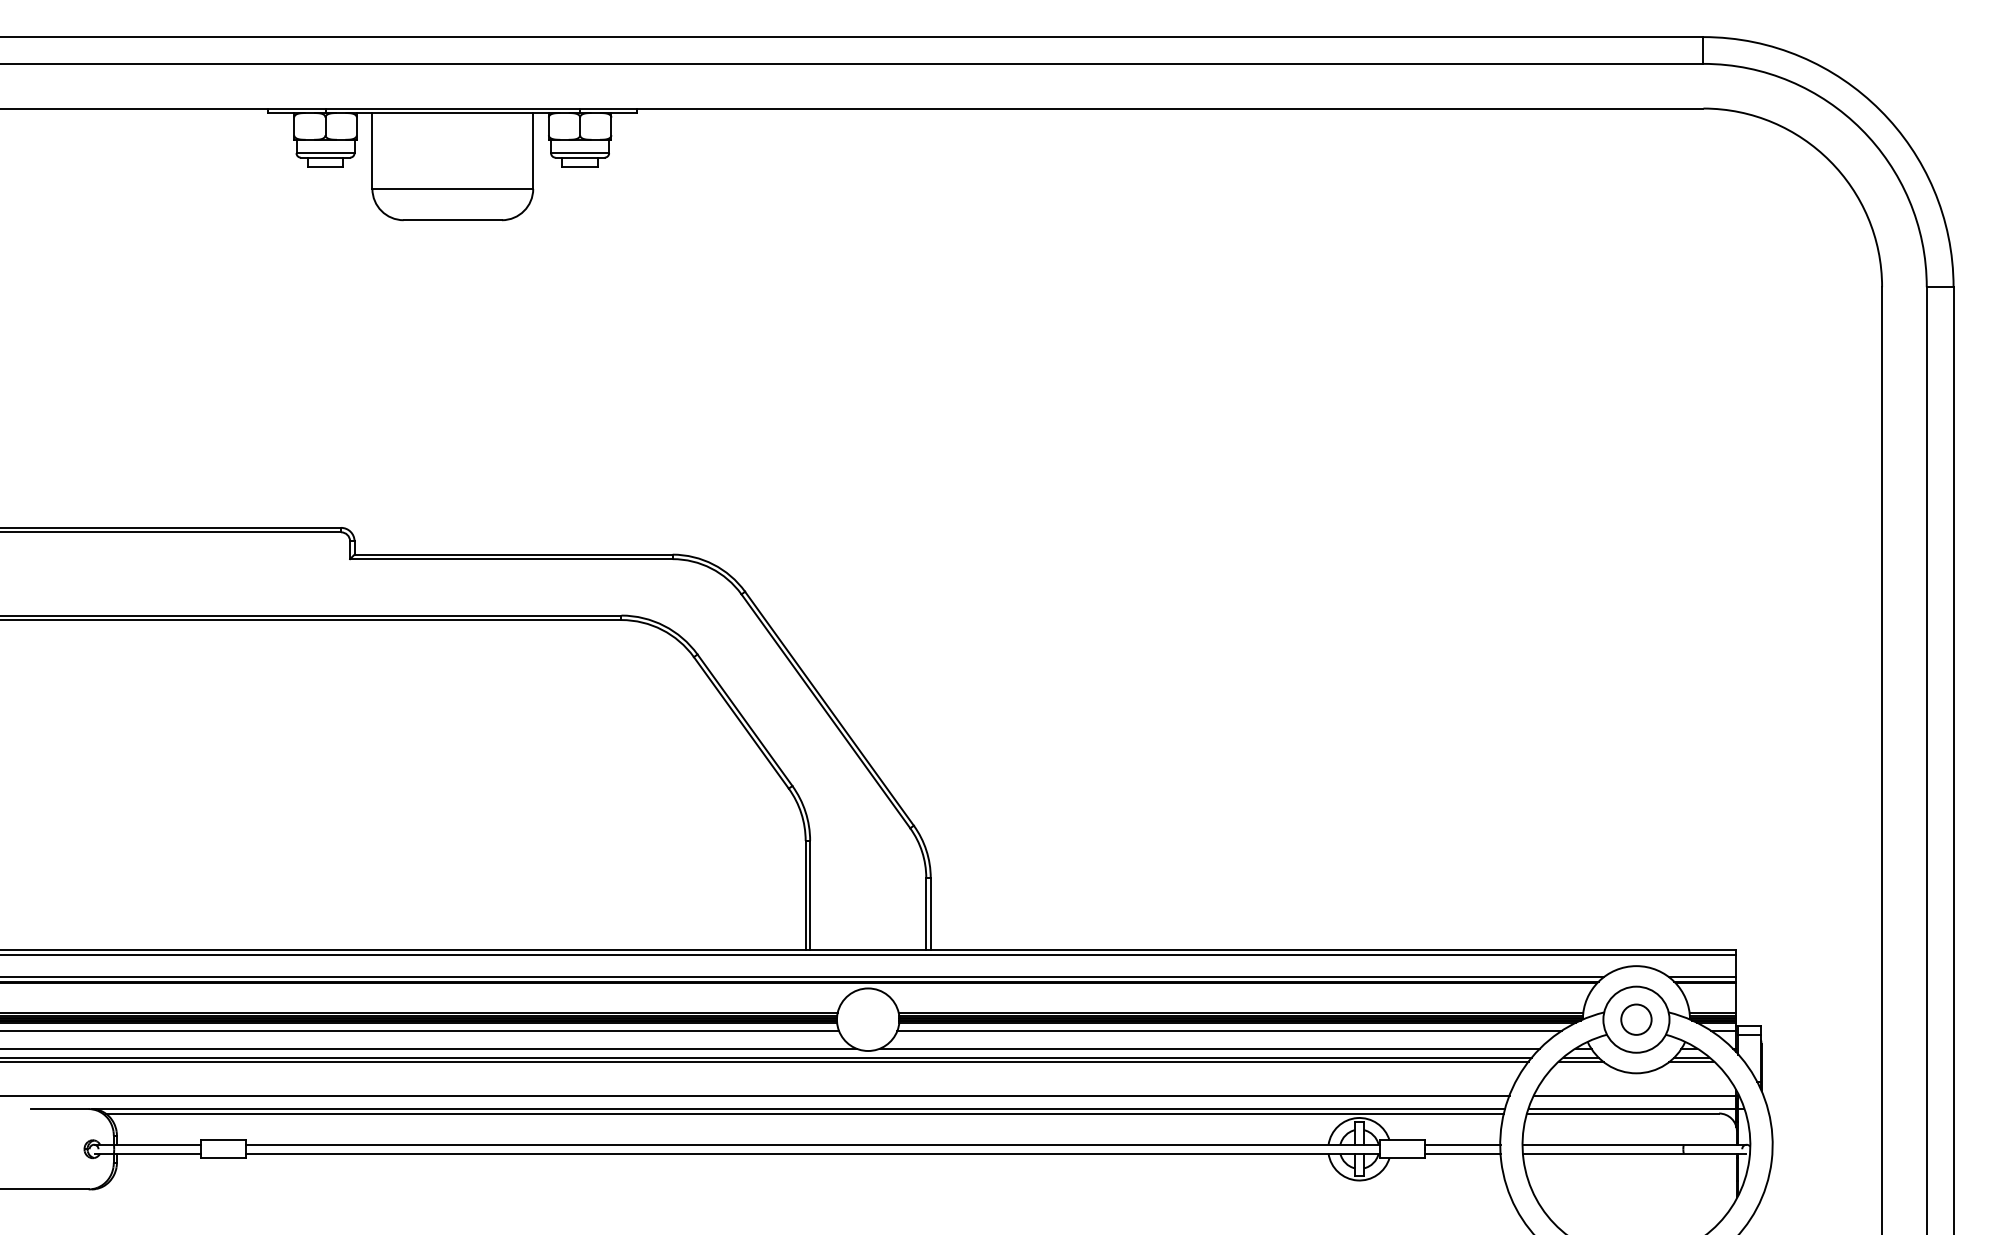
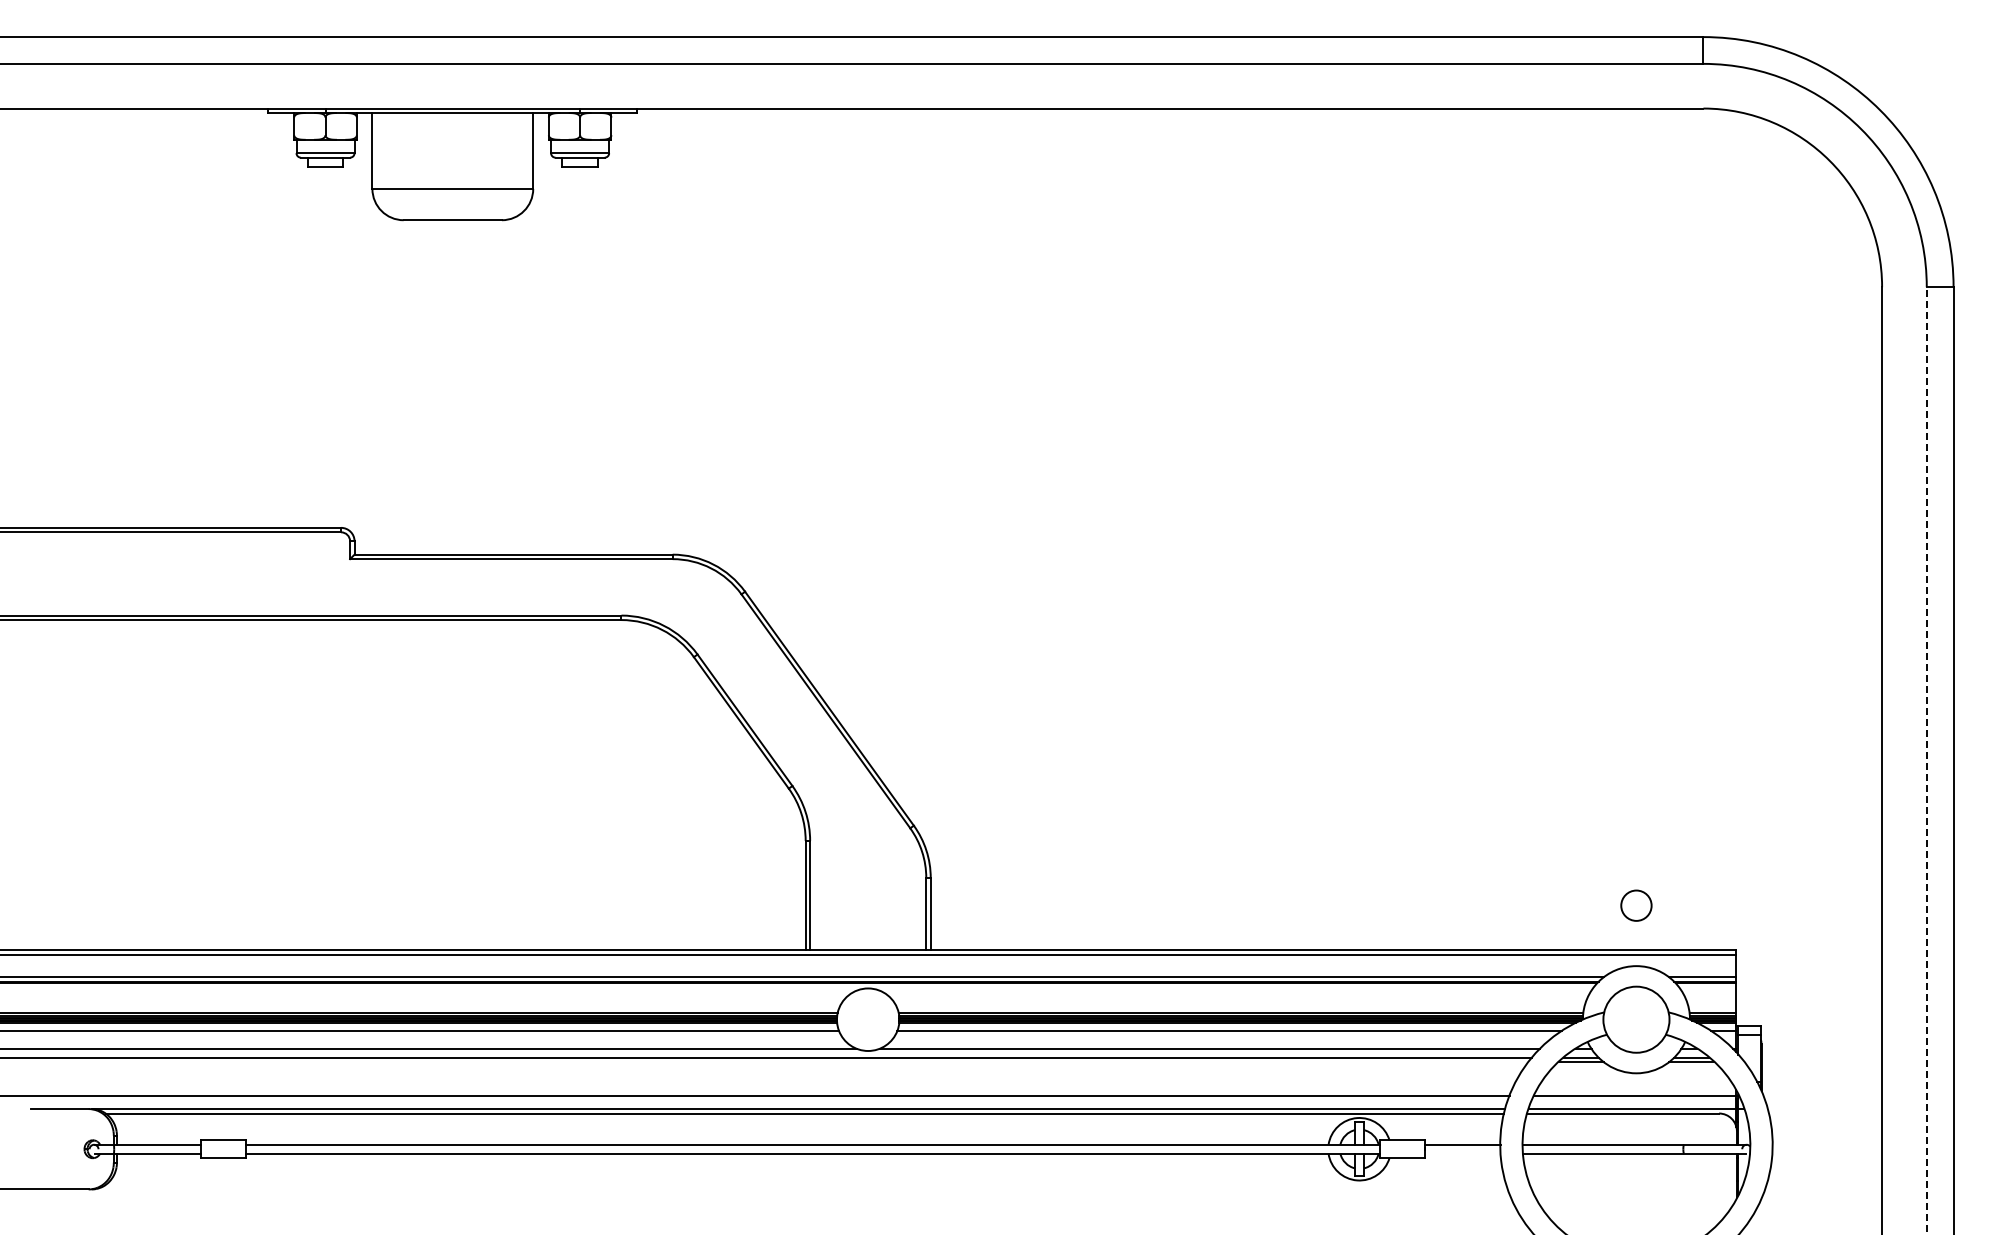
line at (1926, 760): solid -> dashed
circle at (1636, 1019) position: (1636, 1019) -> (1636, 905)
line at (765, 1062): present -> none
line at (1463, 1153): present -> none
